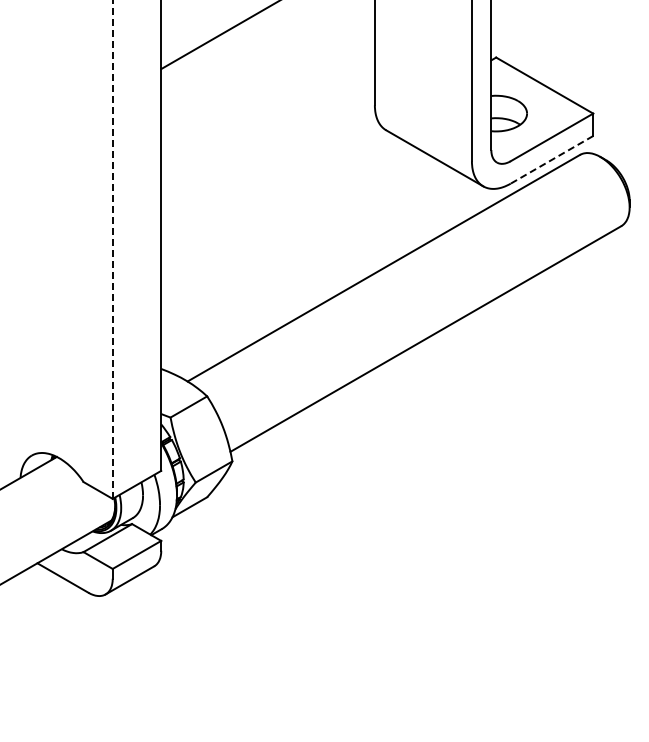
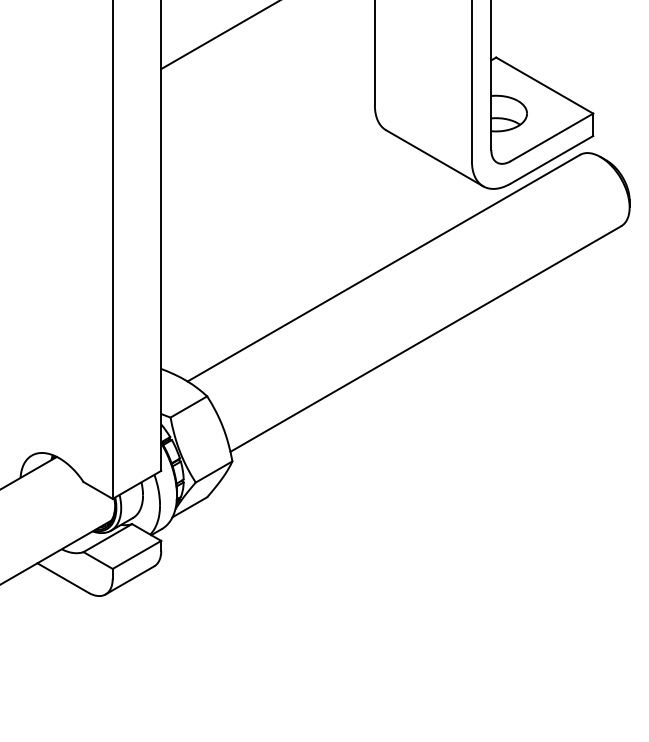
line at (552, 159): dashed -> solid
line at (112, 249): dashed -> solid
